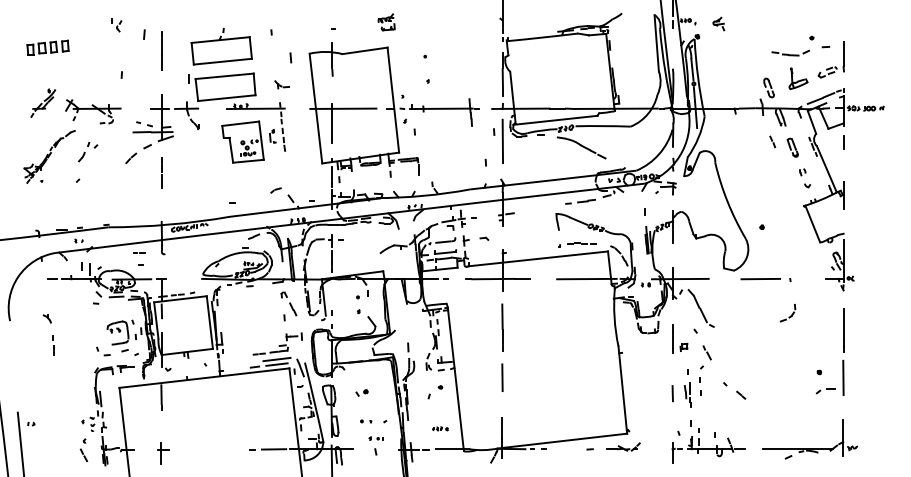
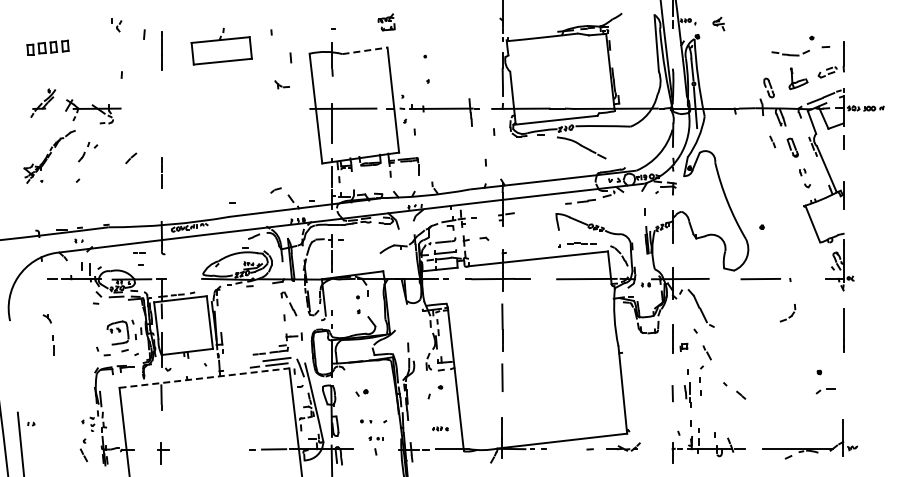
line at (365, 50): solid -> dashed
part at (199, 124): present -> none
line at (502, 141): present -> none
line at (843, 377): present -> none
line at (204, 378): solid -> dashed
